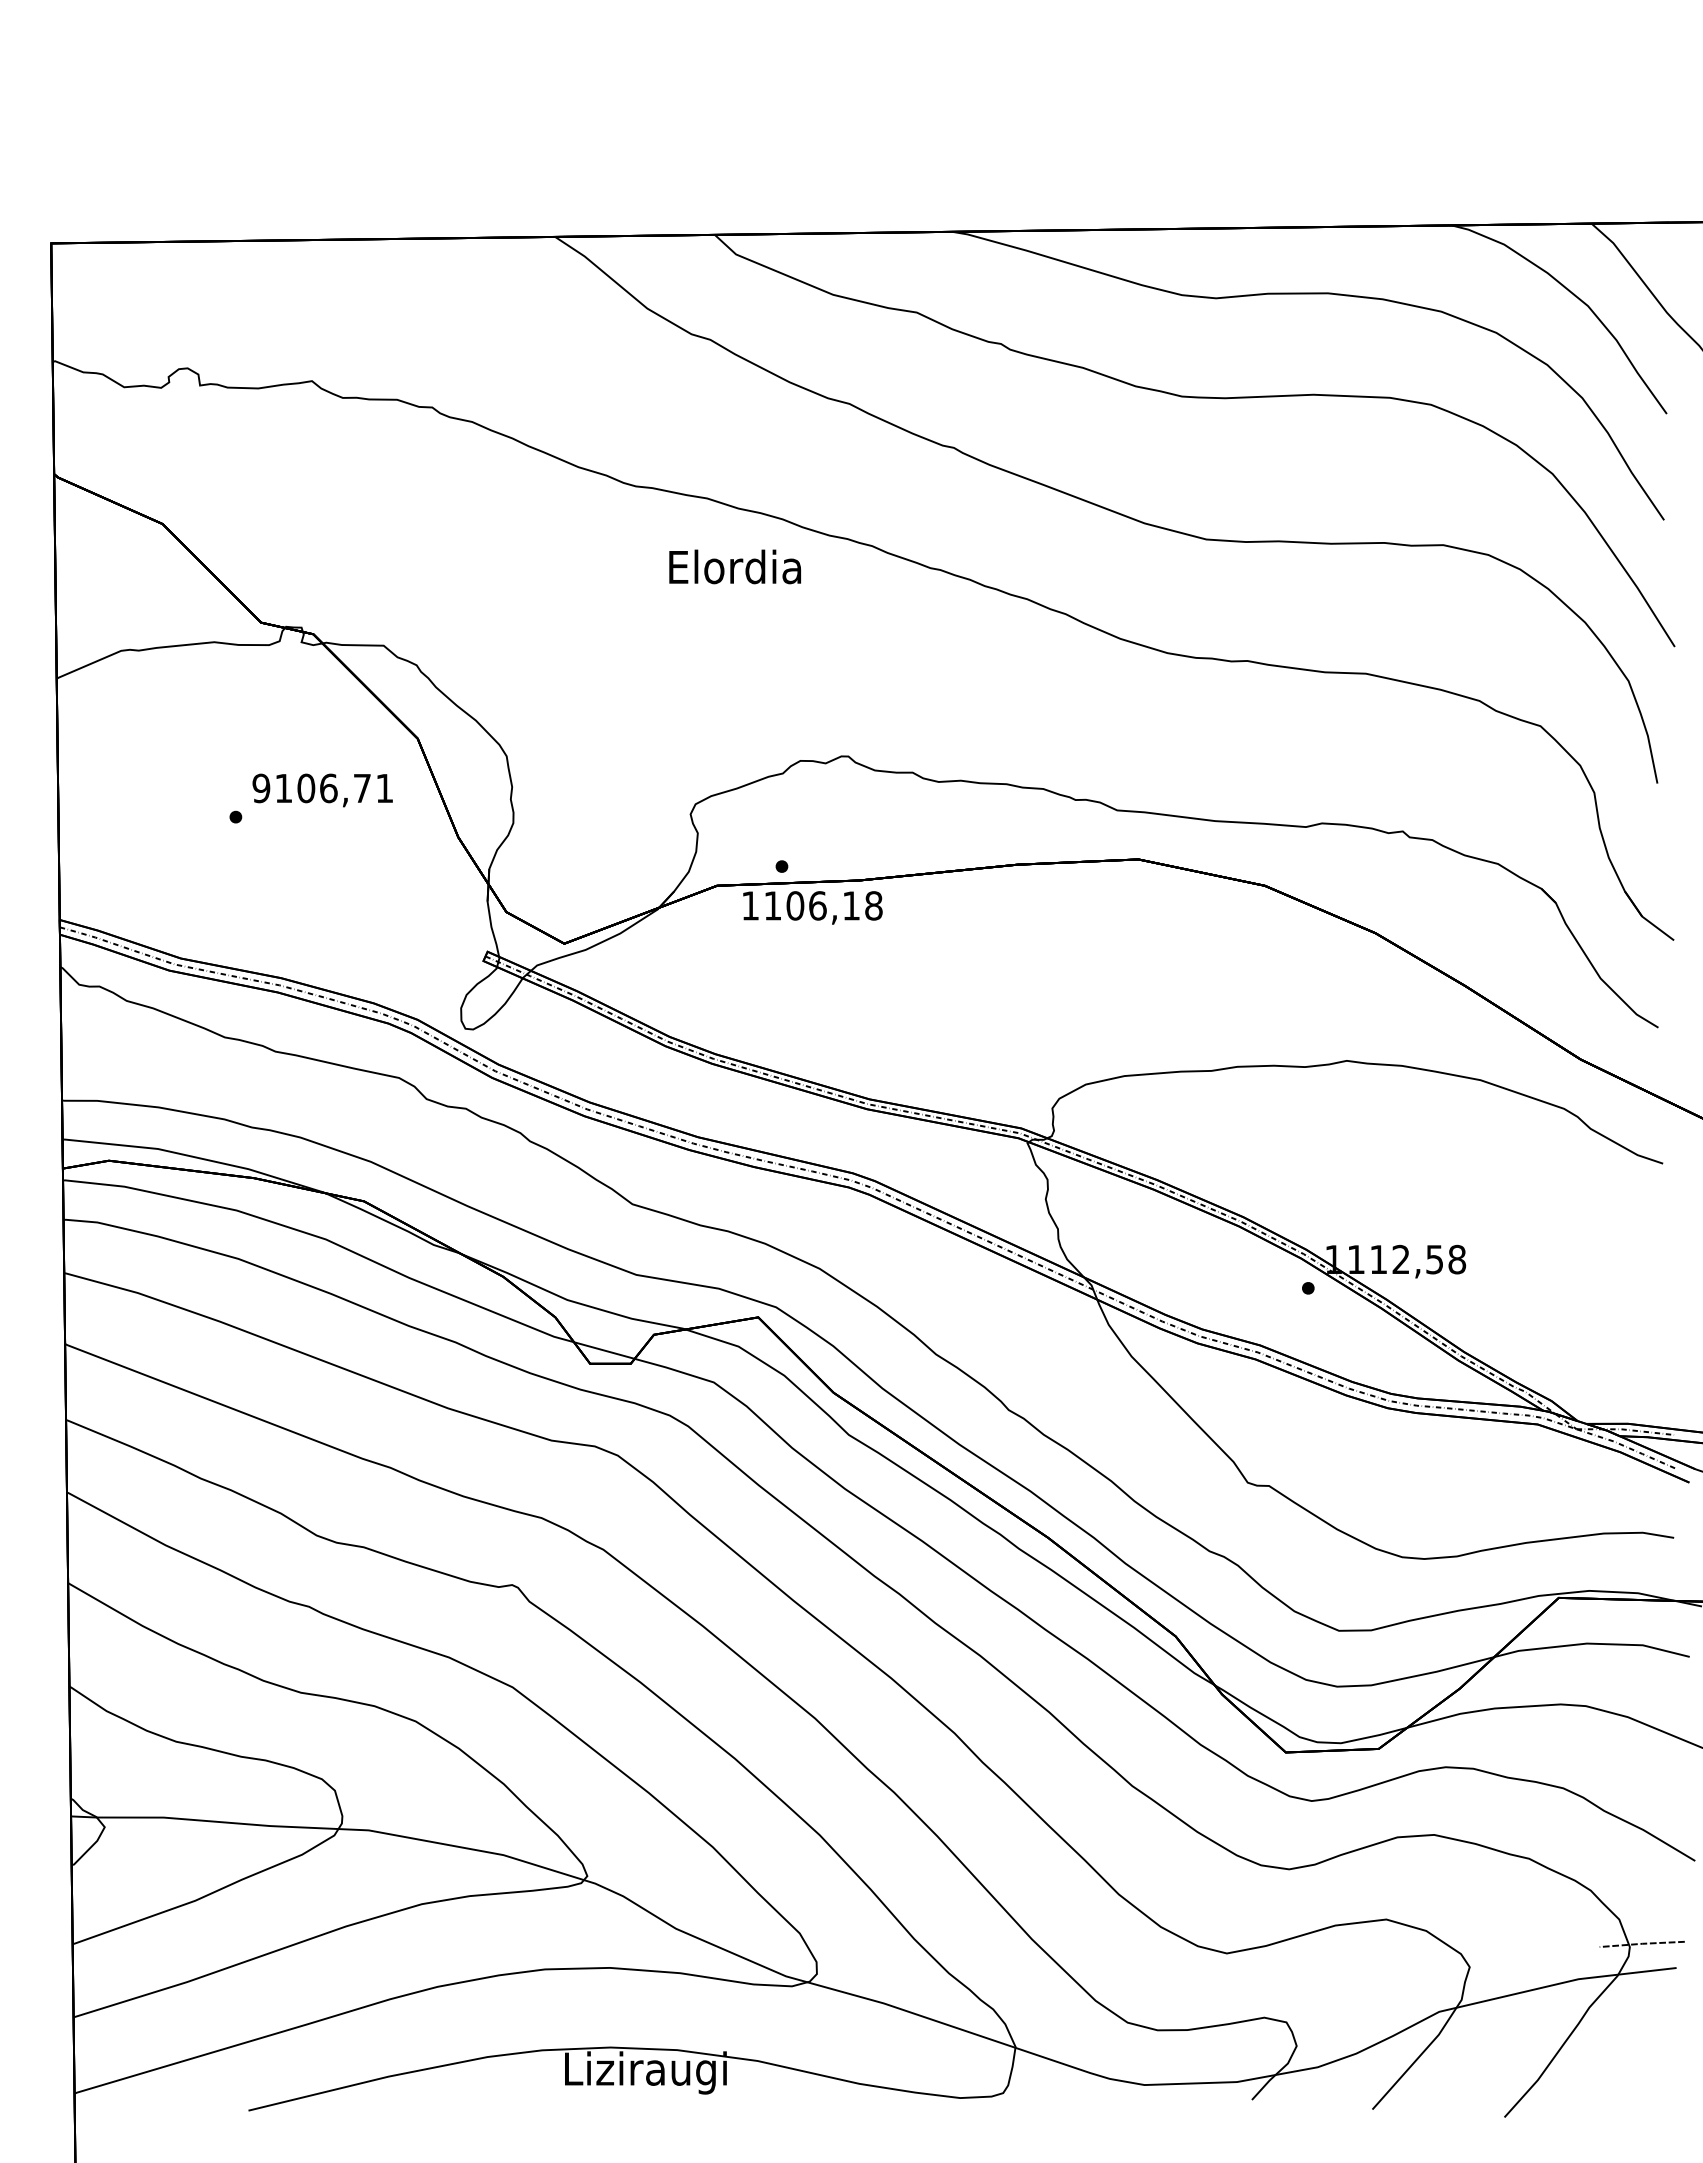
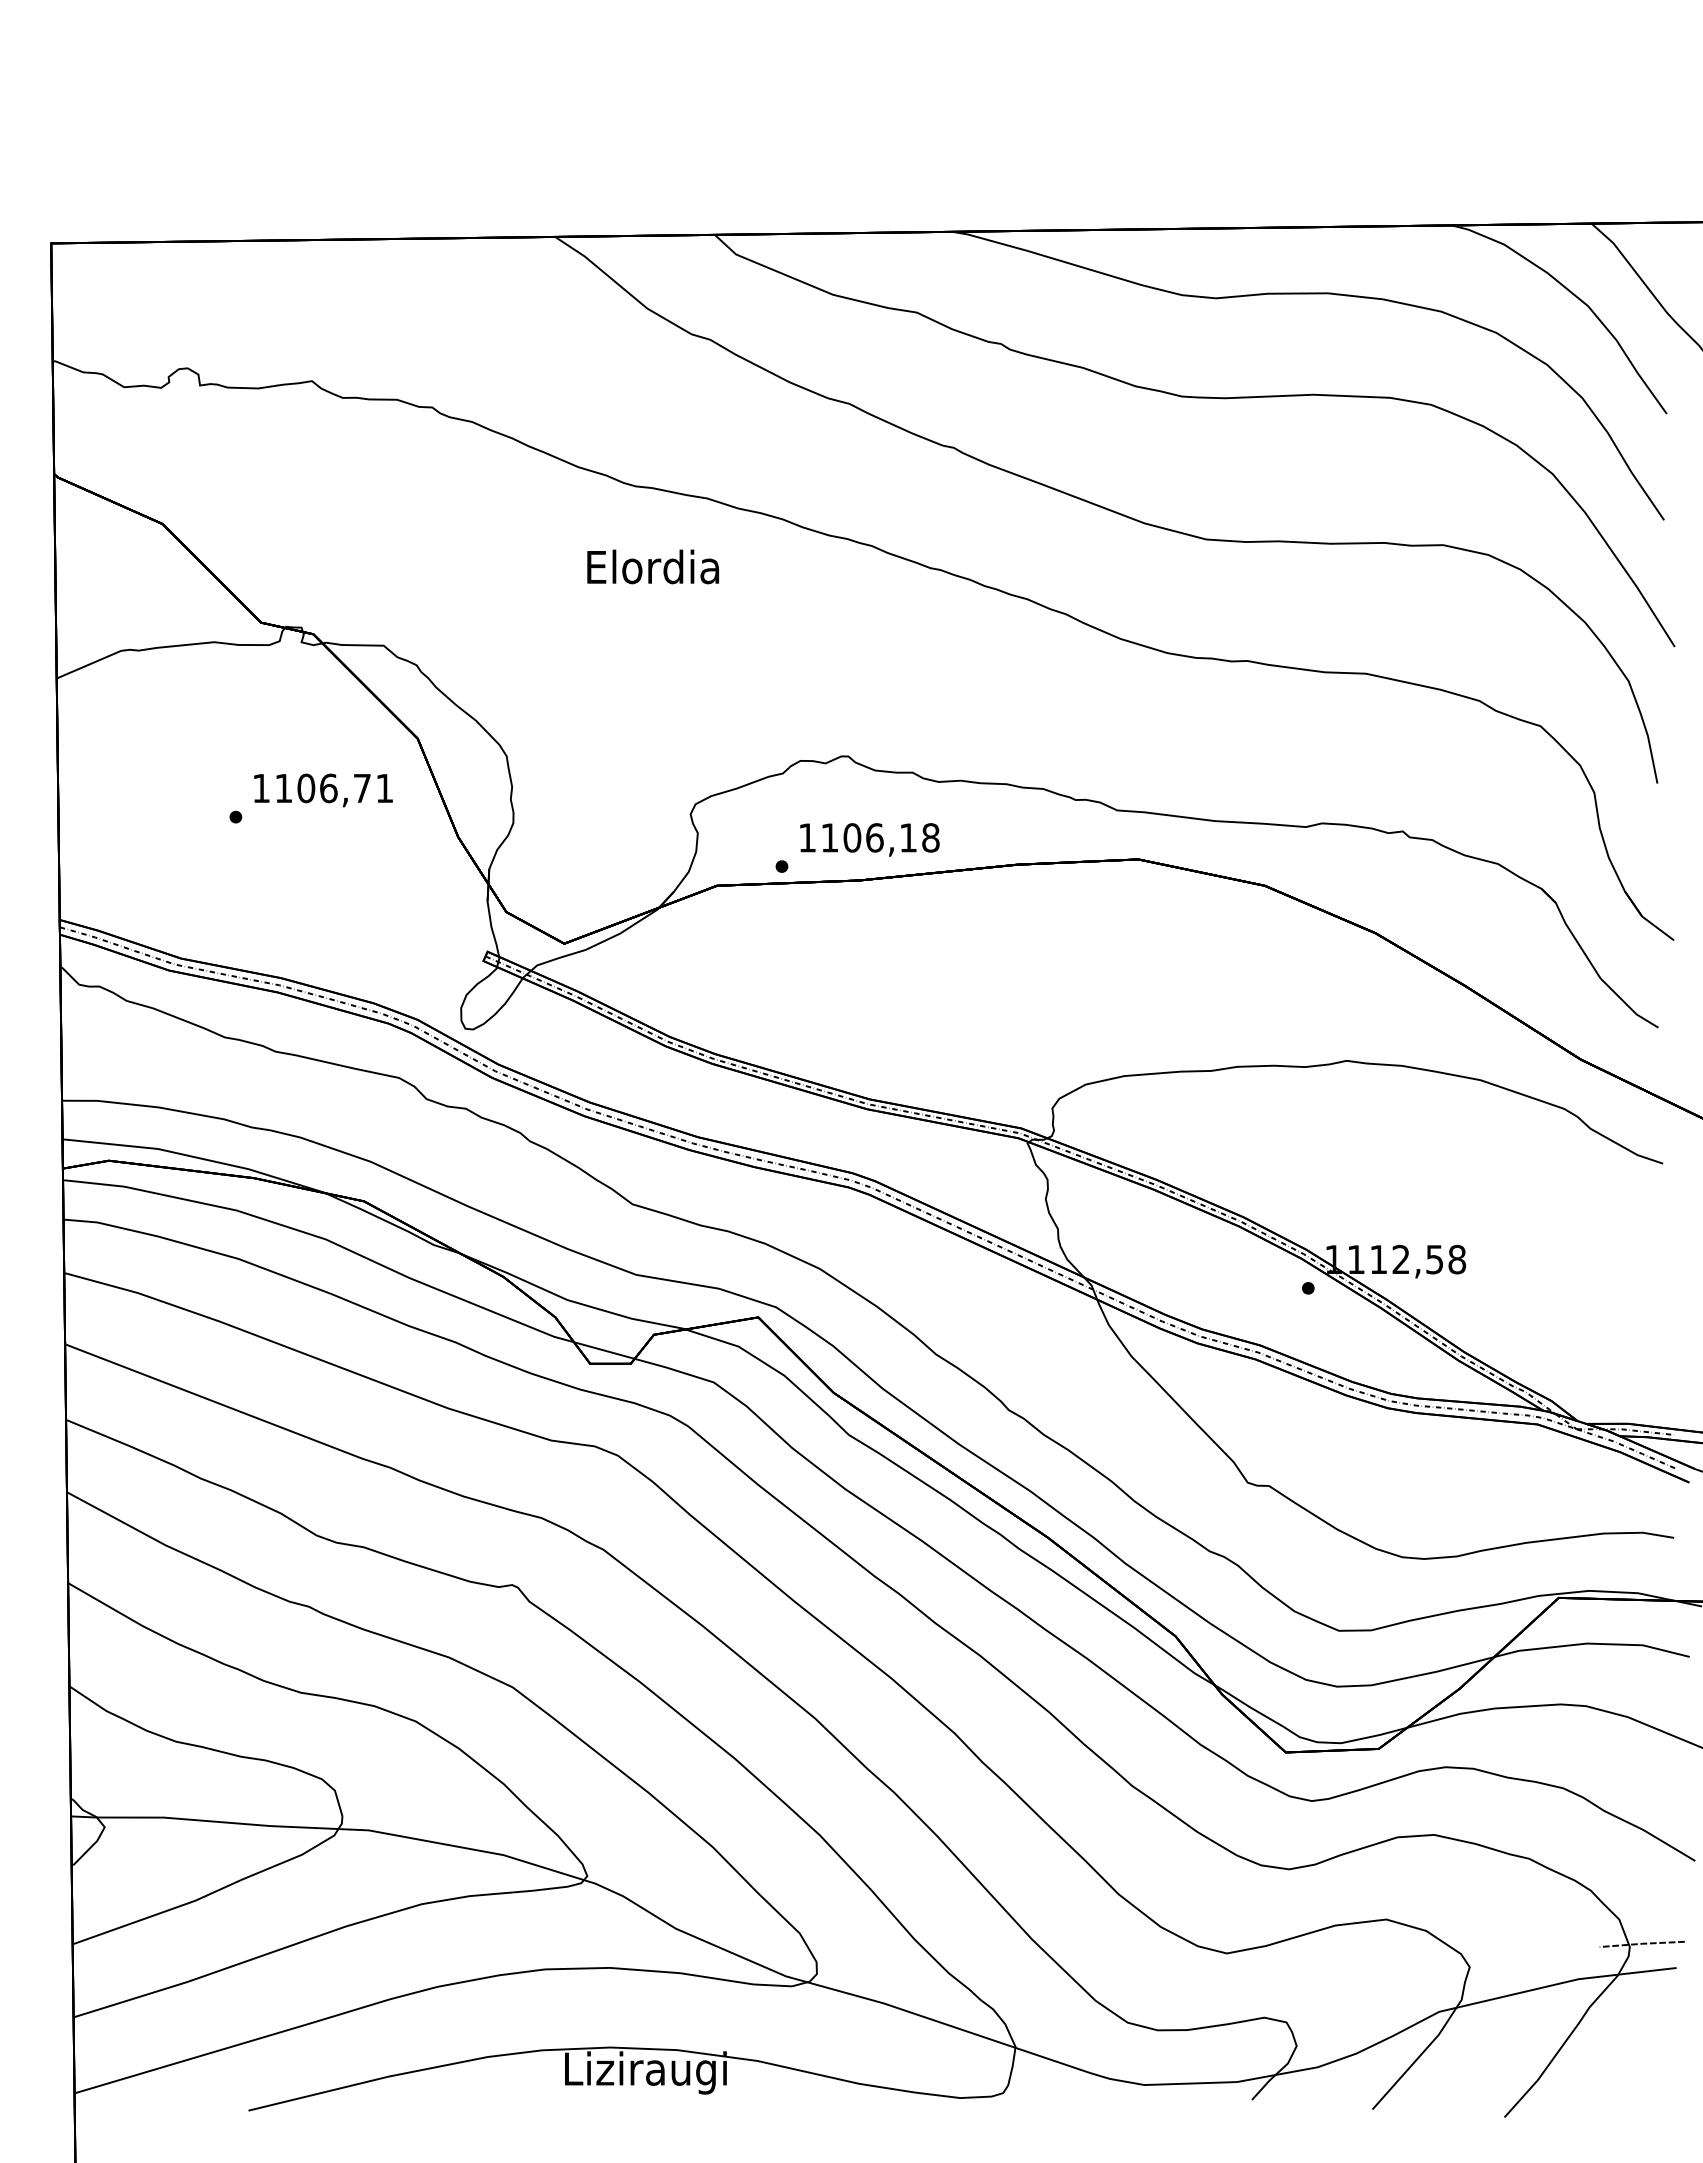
text at (734, 566) position: (734, 566) -> (652, 566)
text at (261, 788): 9106,71 -> 1106,71
text at (812, 907) position: (812, 907) -> (869, 839)
